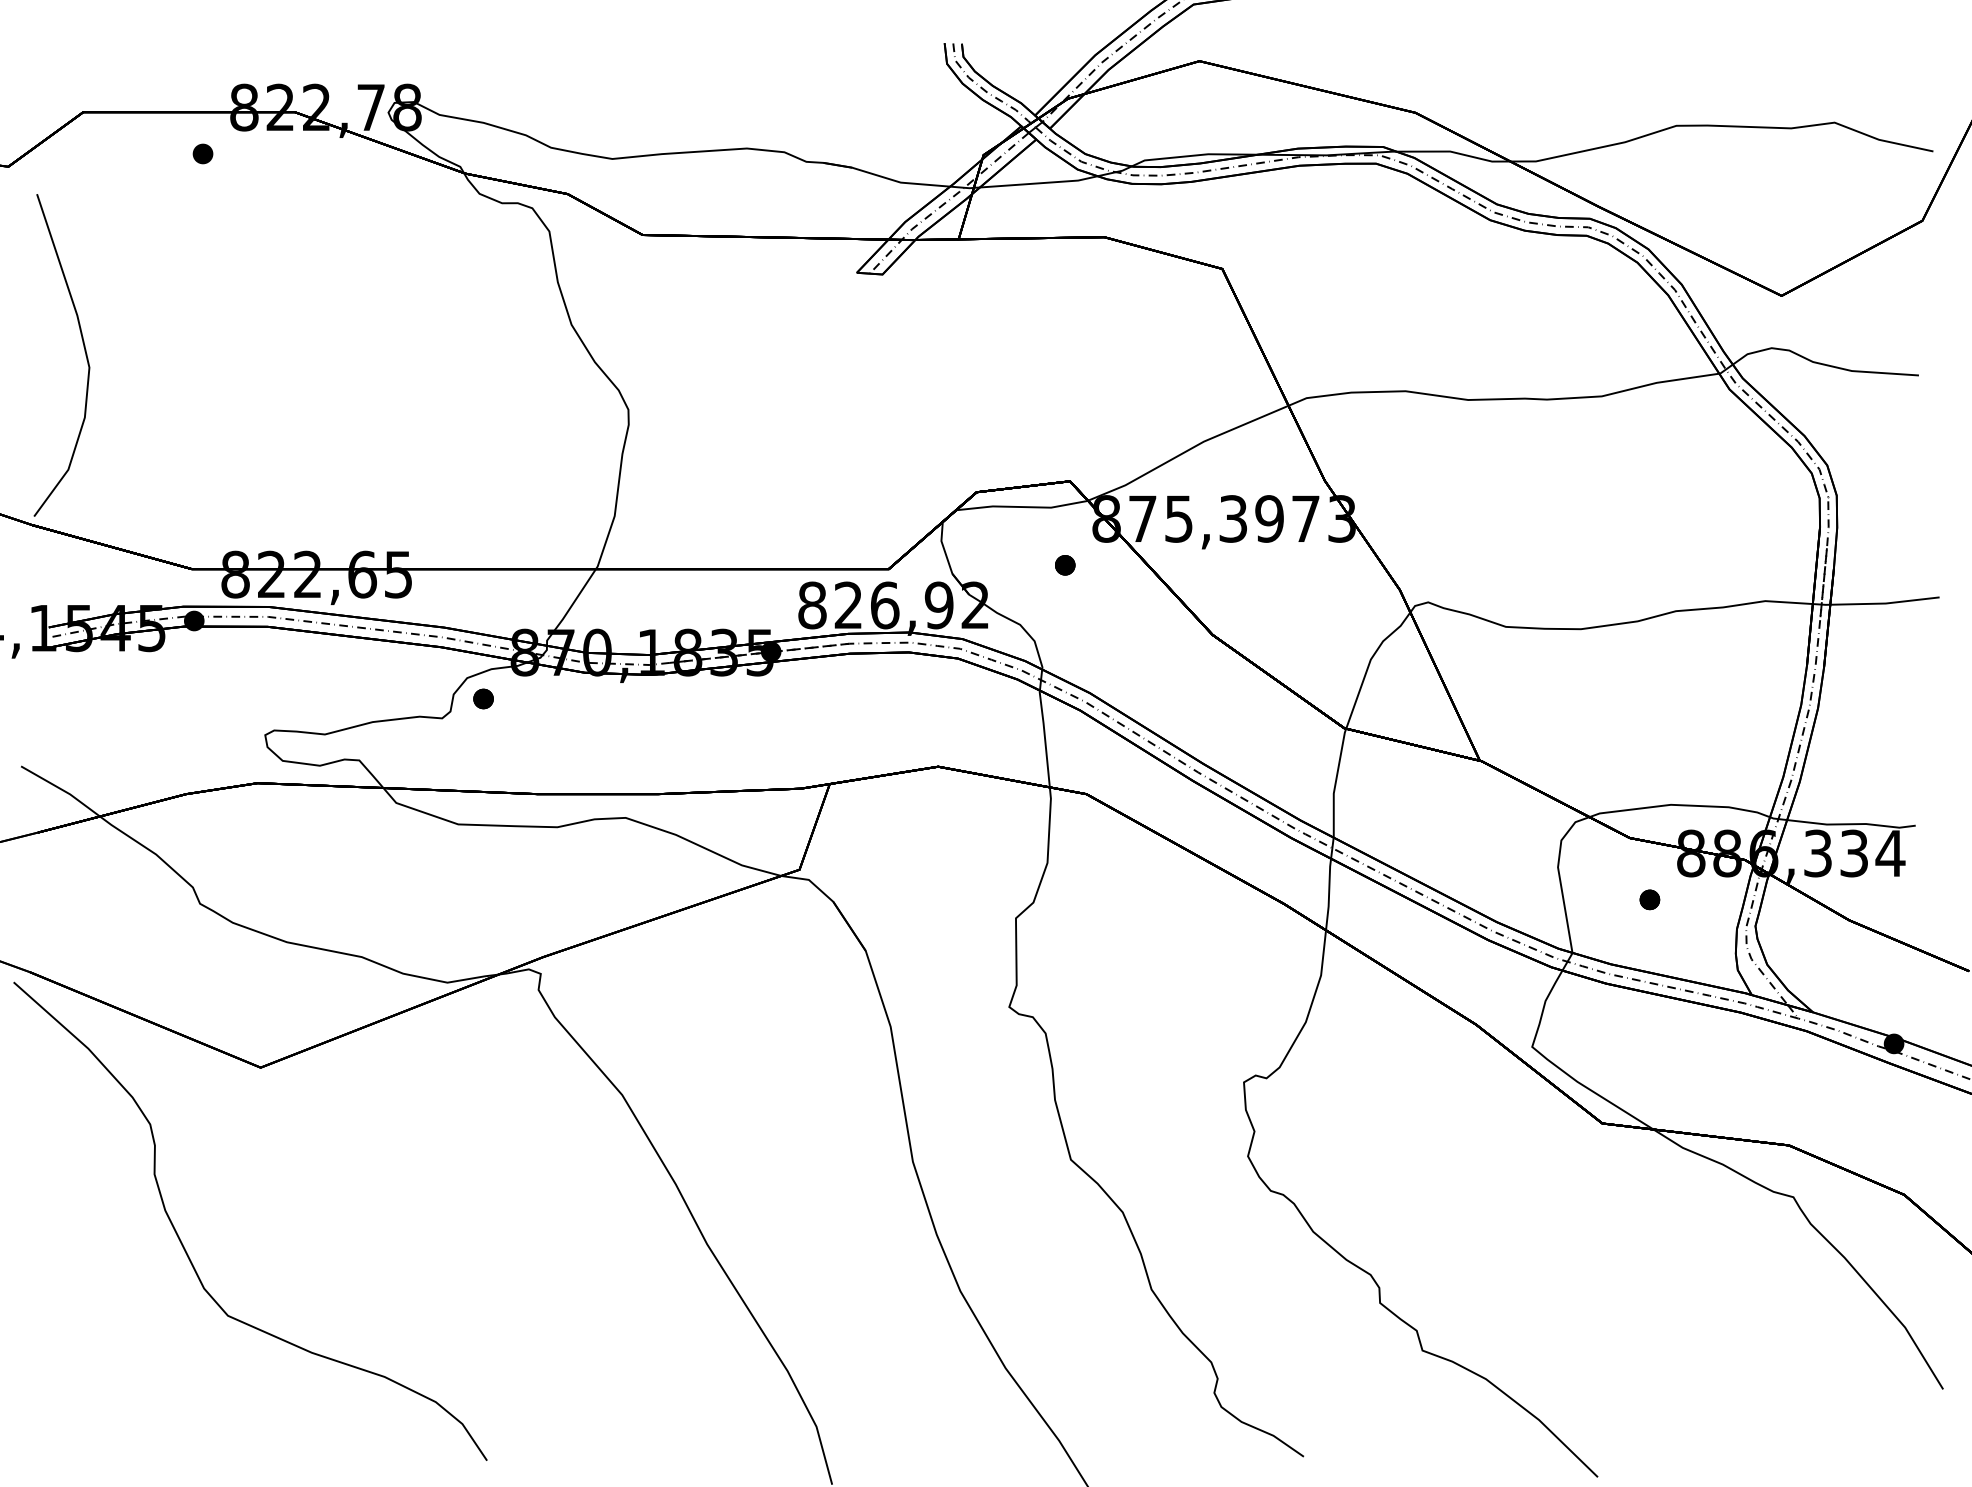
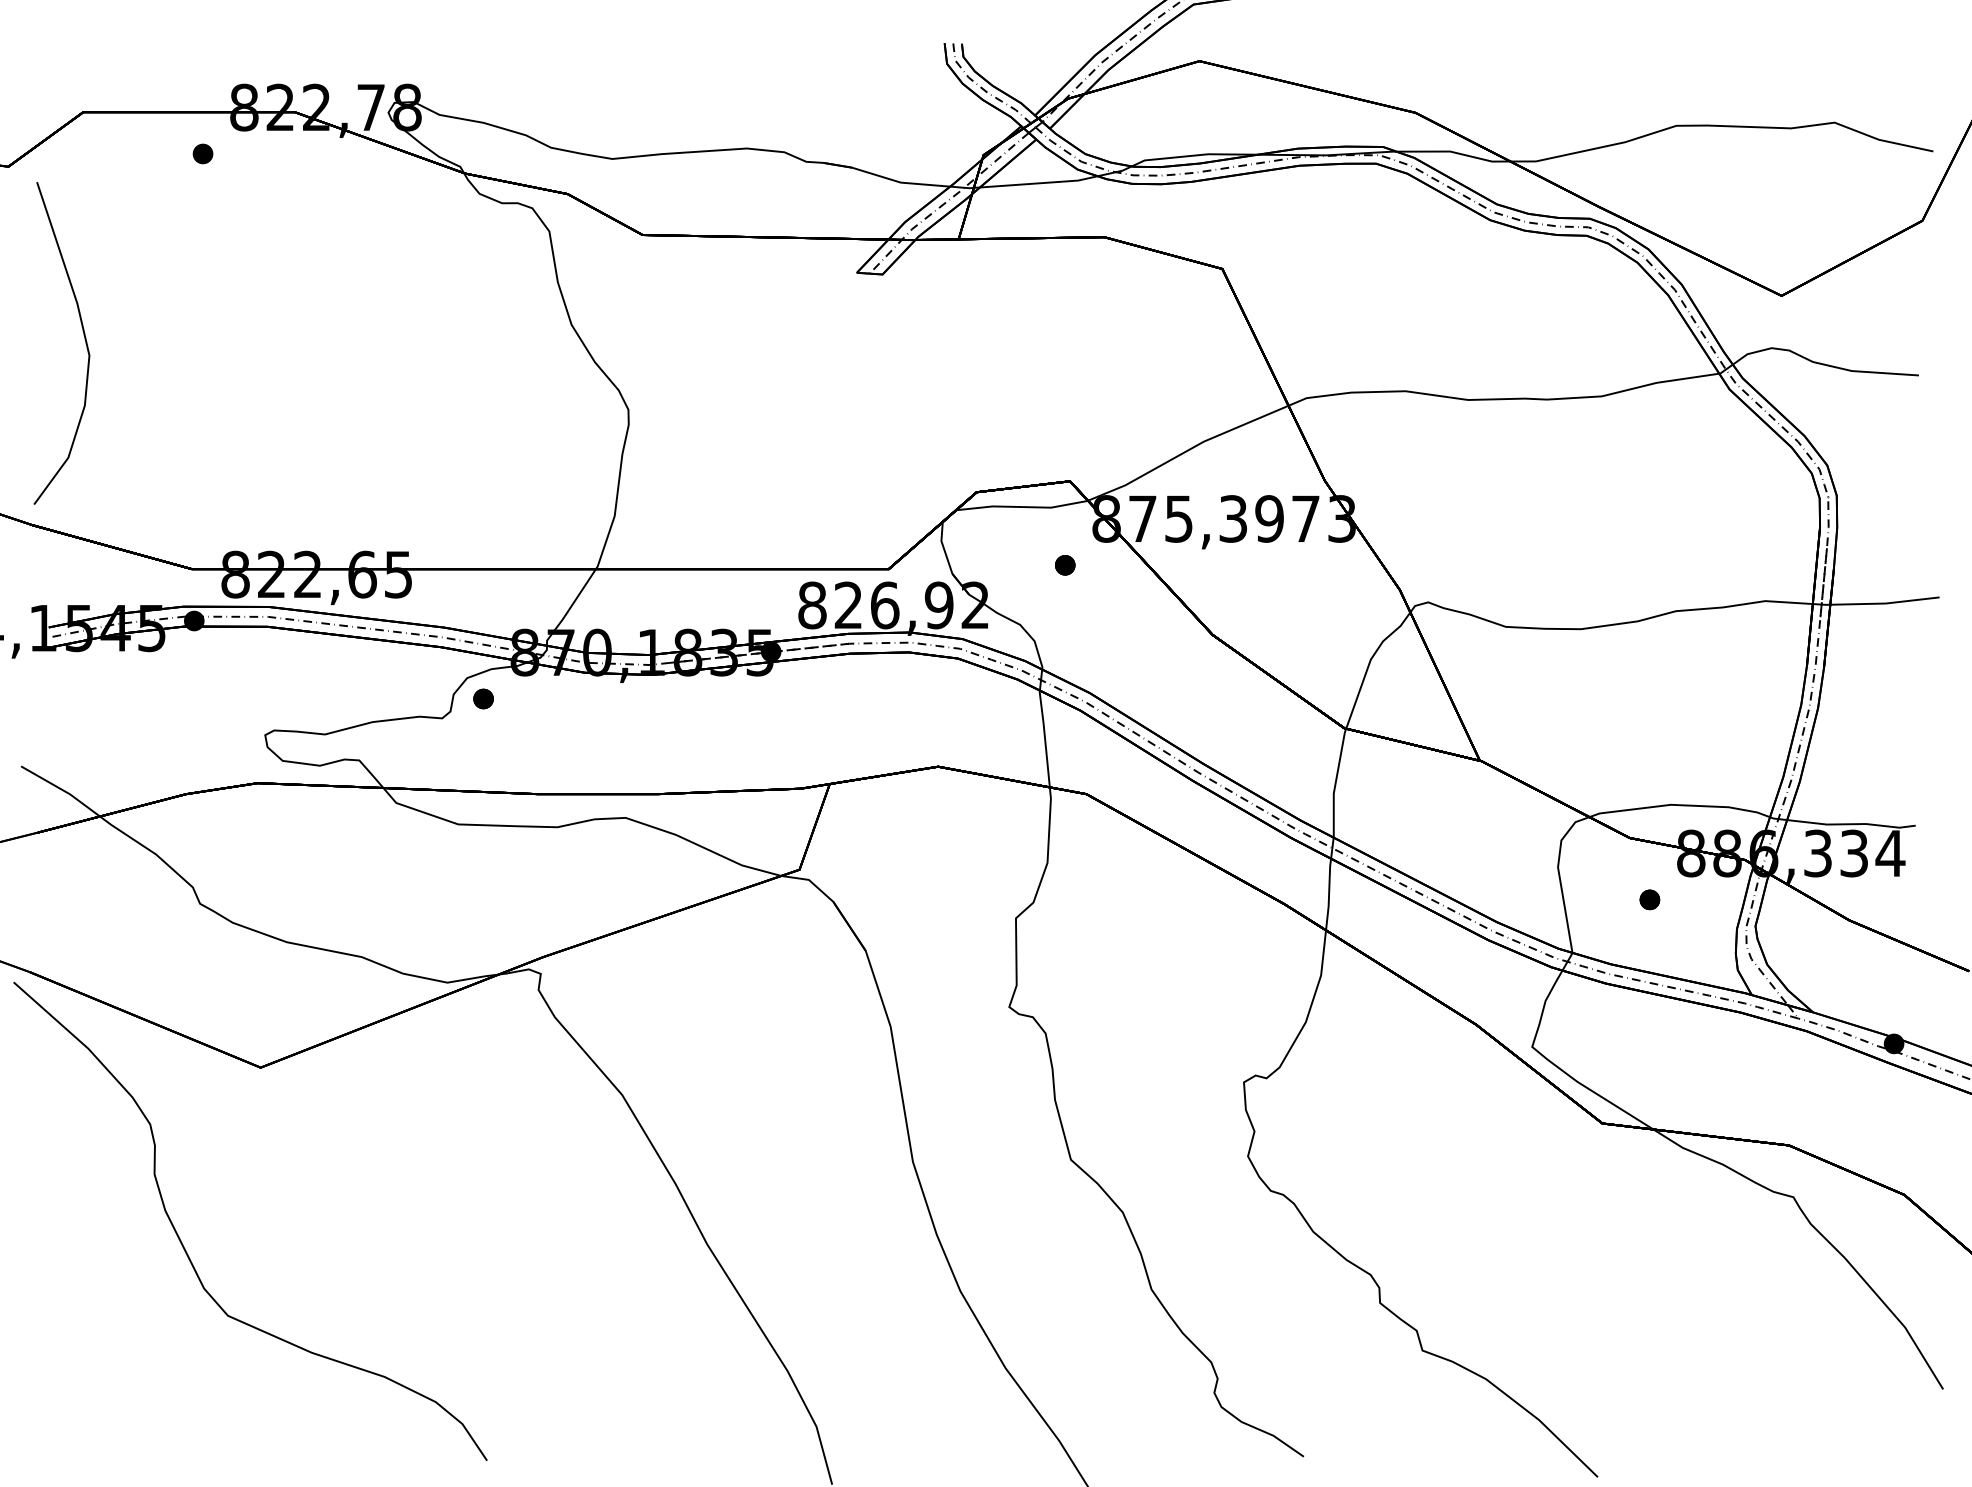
curve at (84, 351) position: (84, 351) -> (84, 339)
